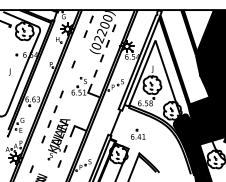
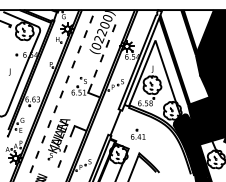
line at (79, 49): none -> present
line at (67, 79): none -> present
line at (37, 154): none -> present
